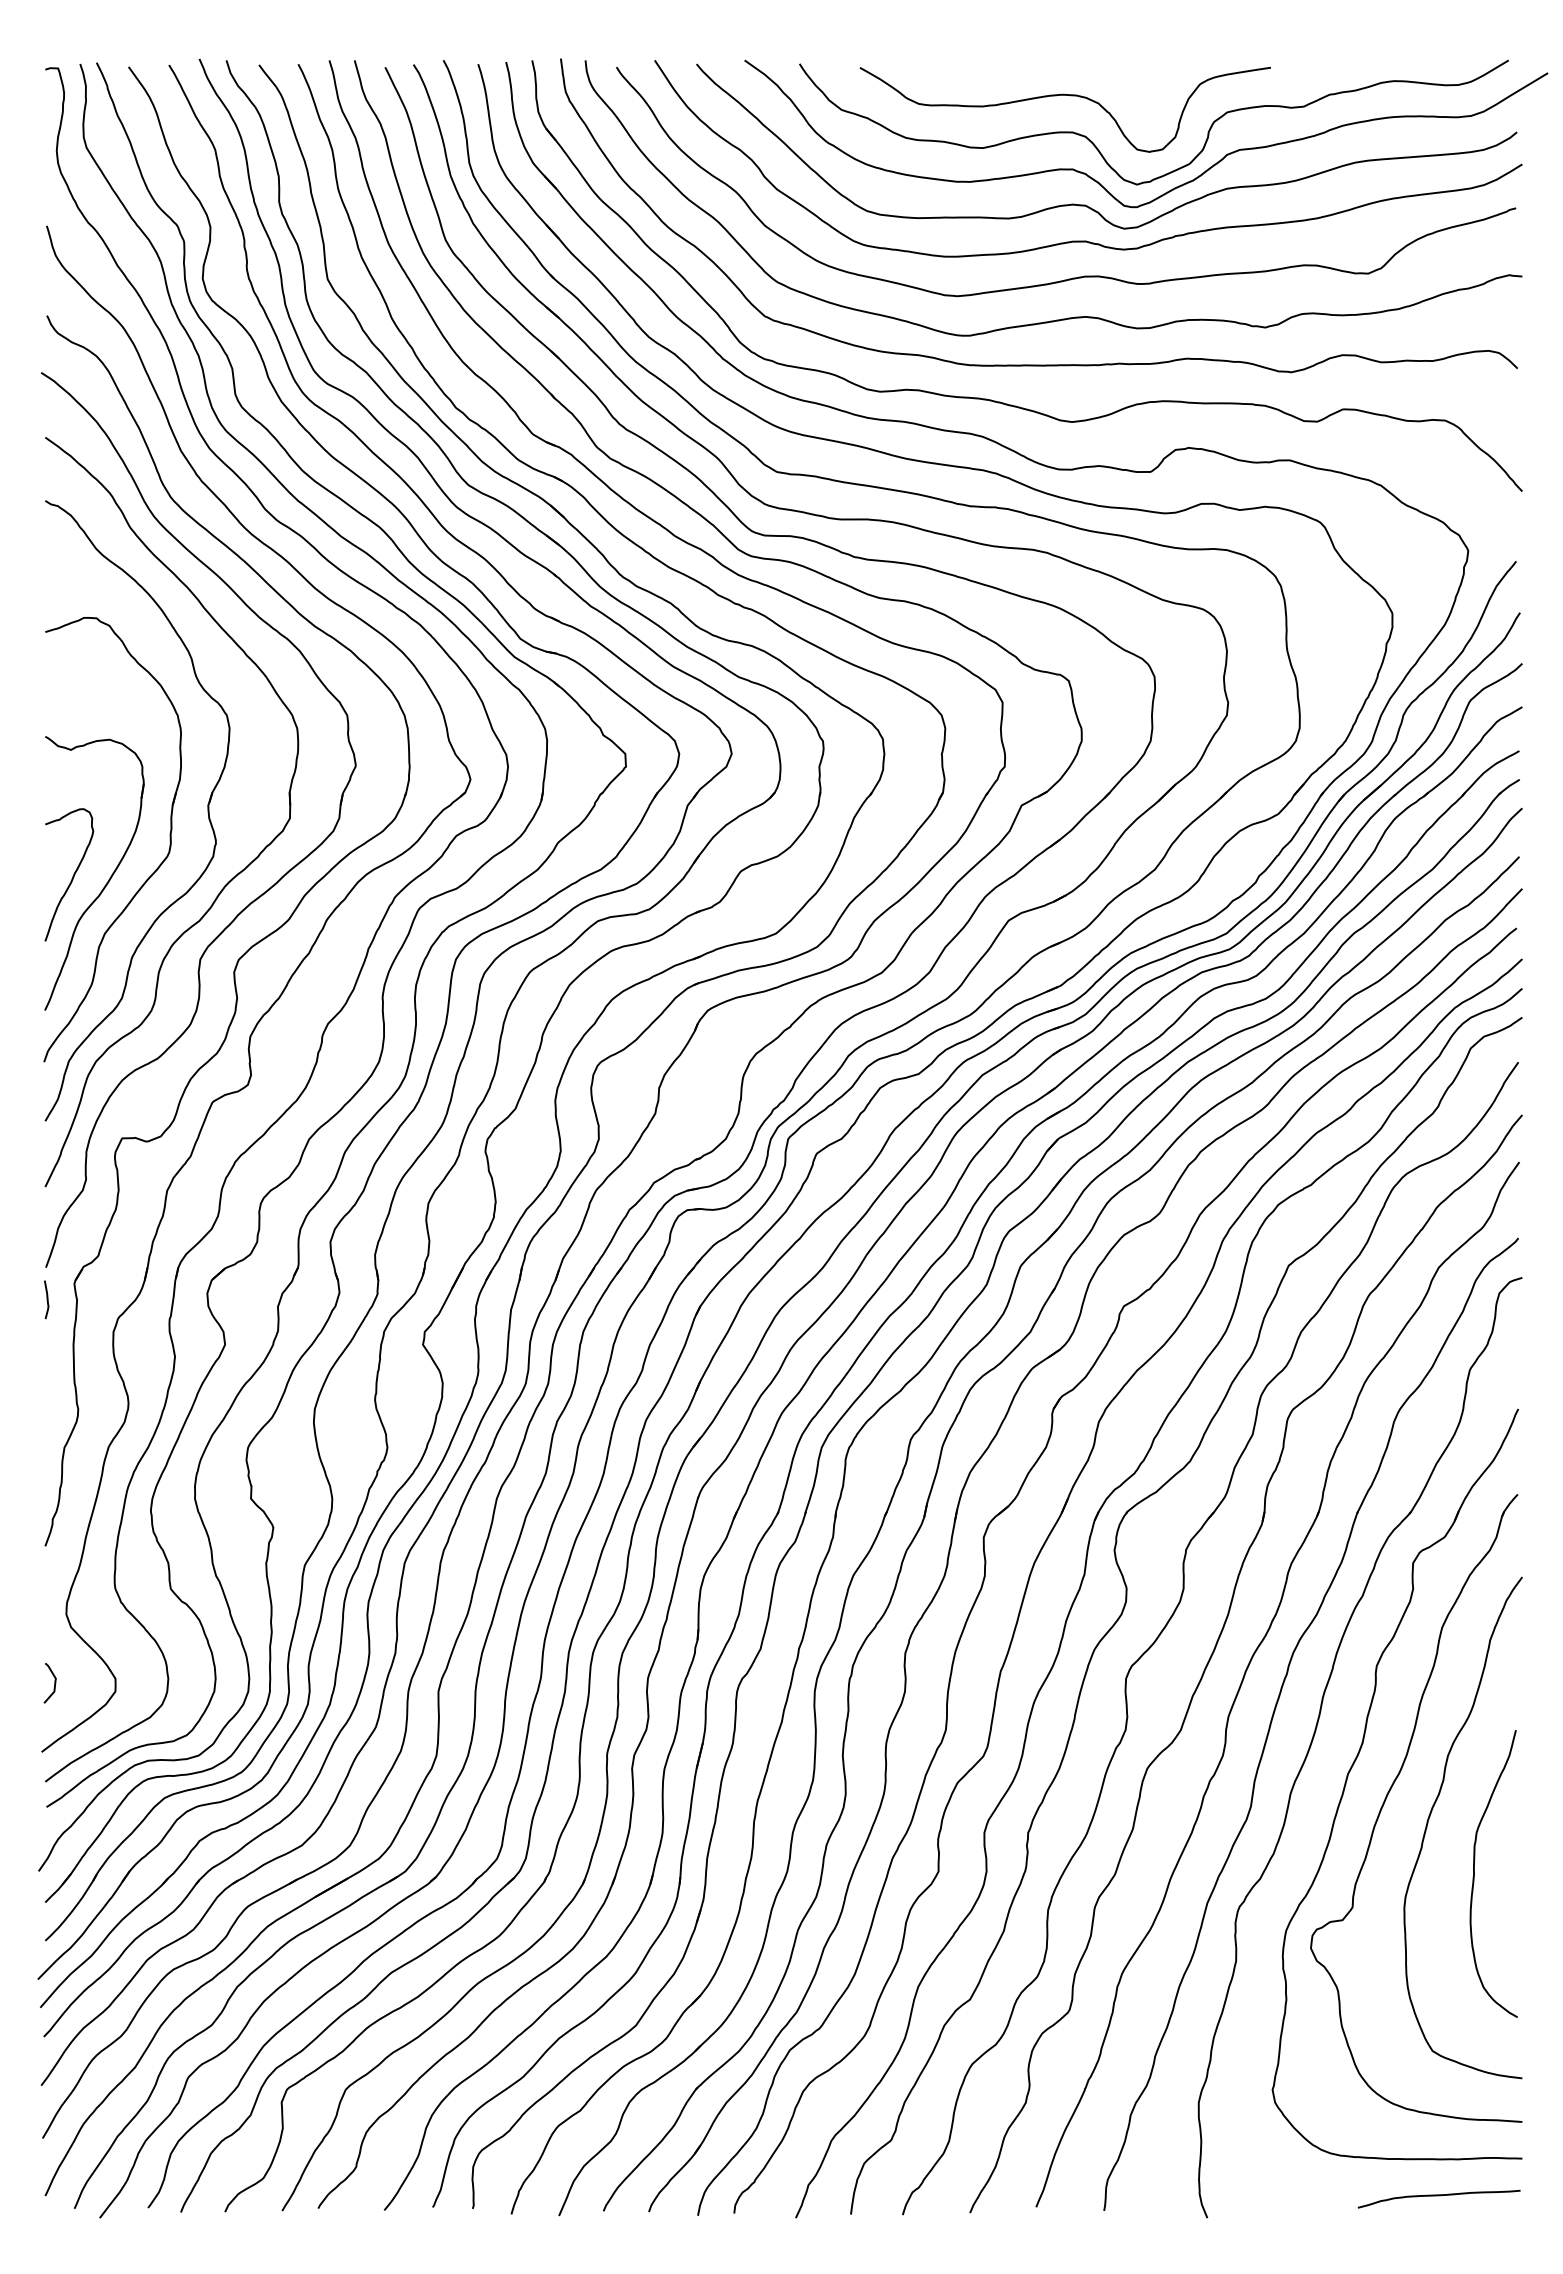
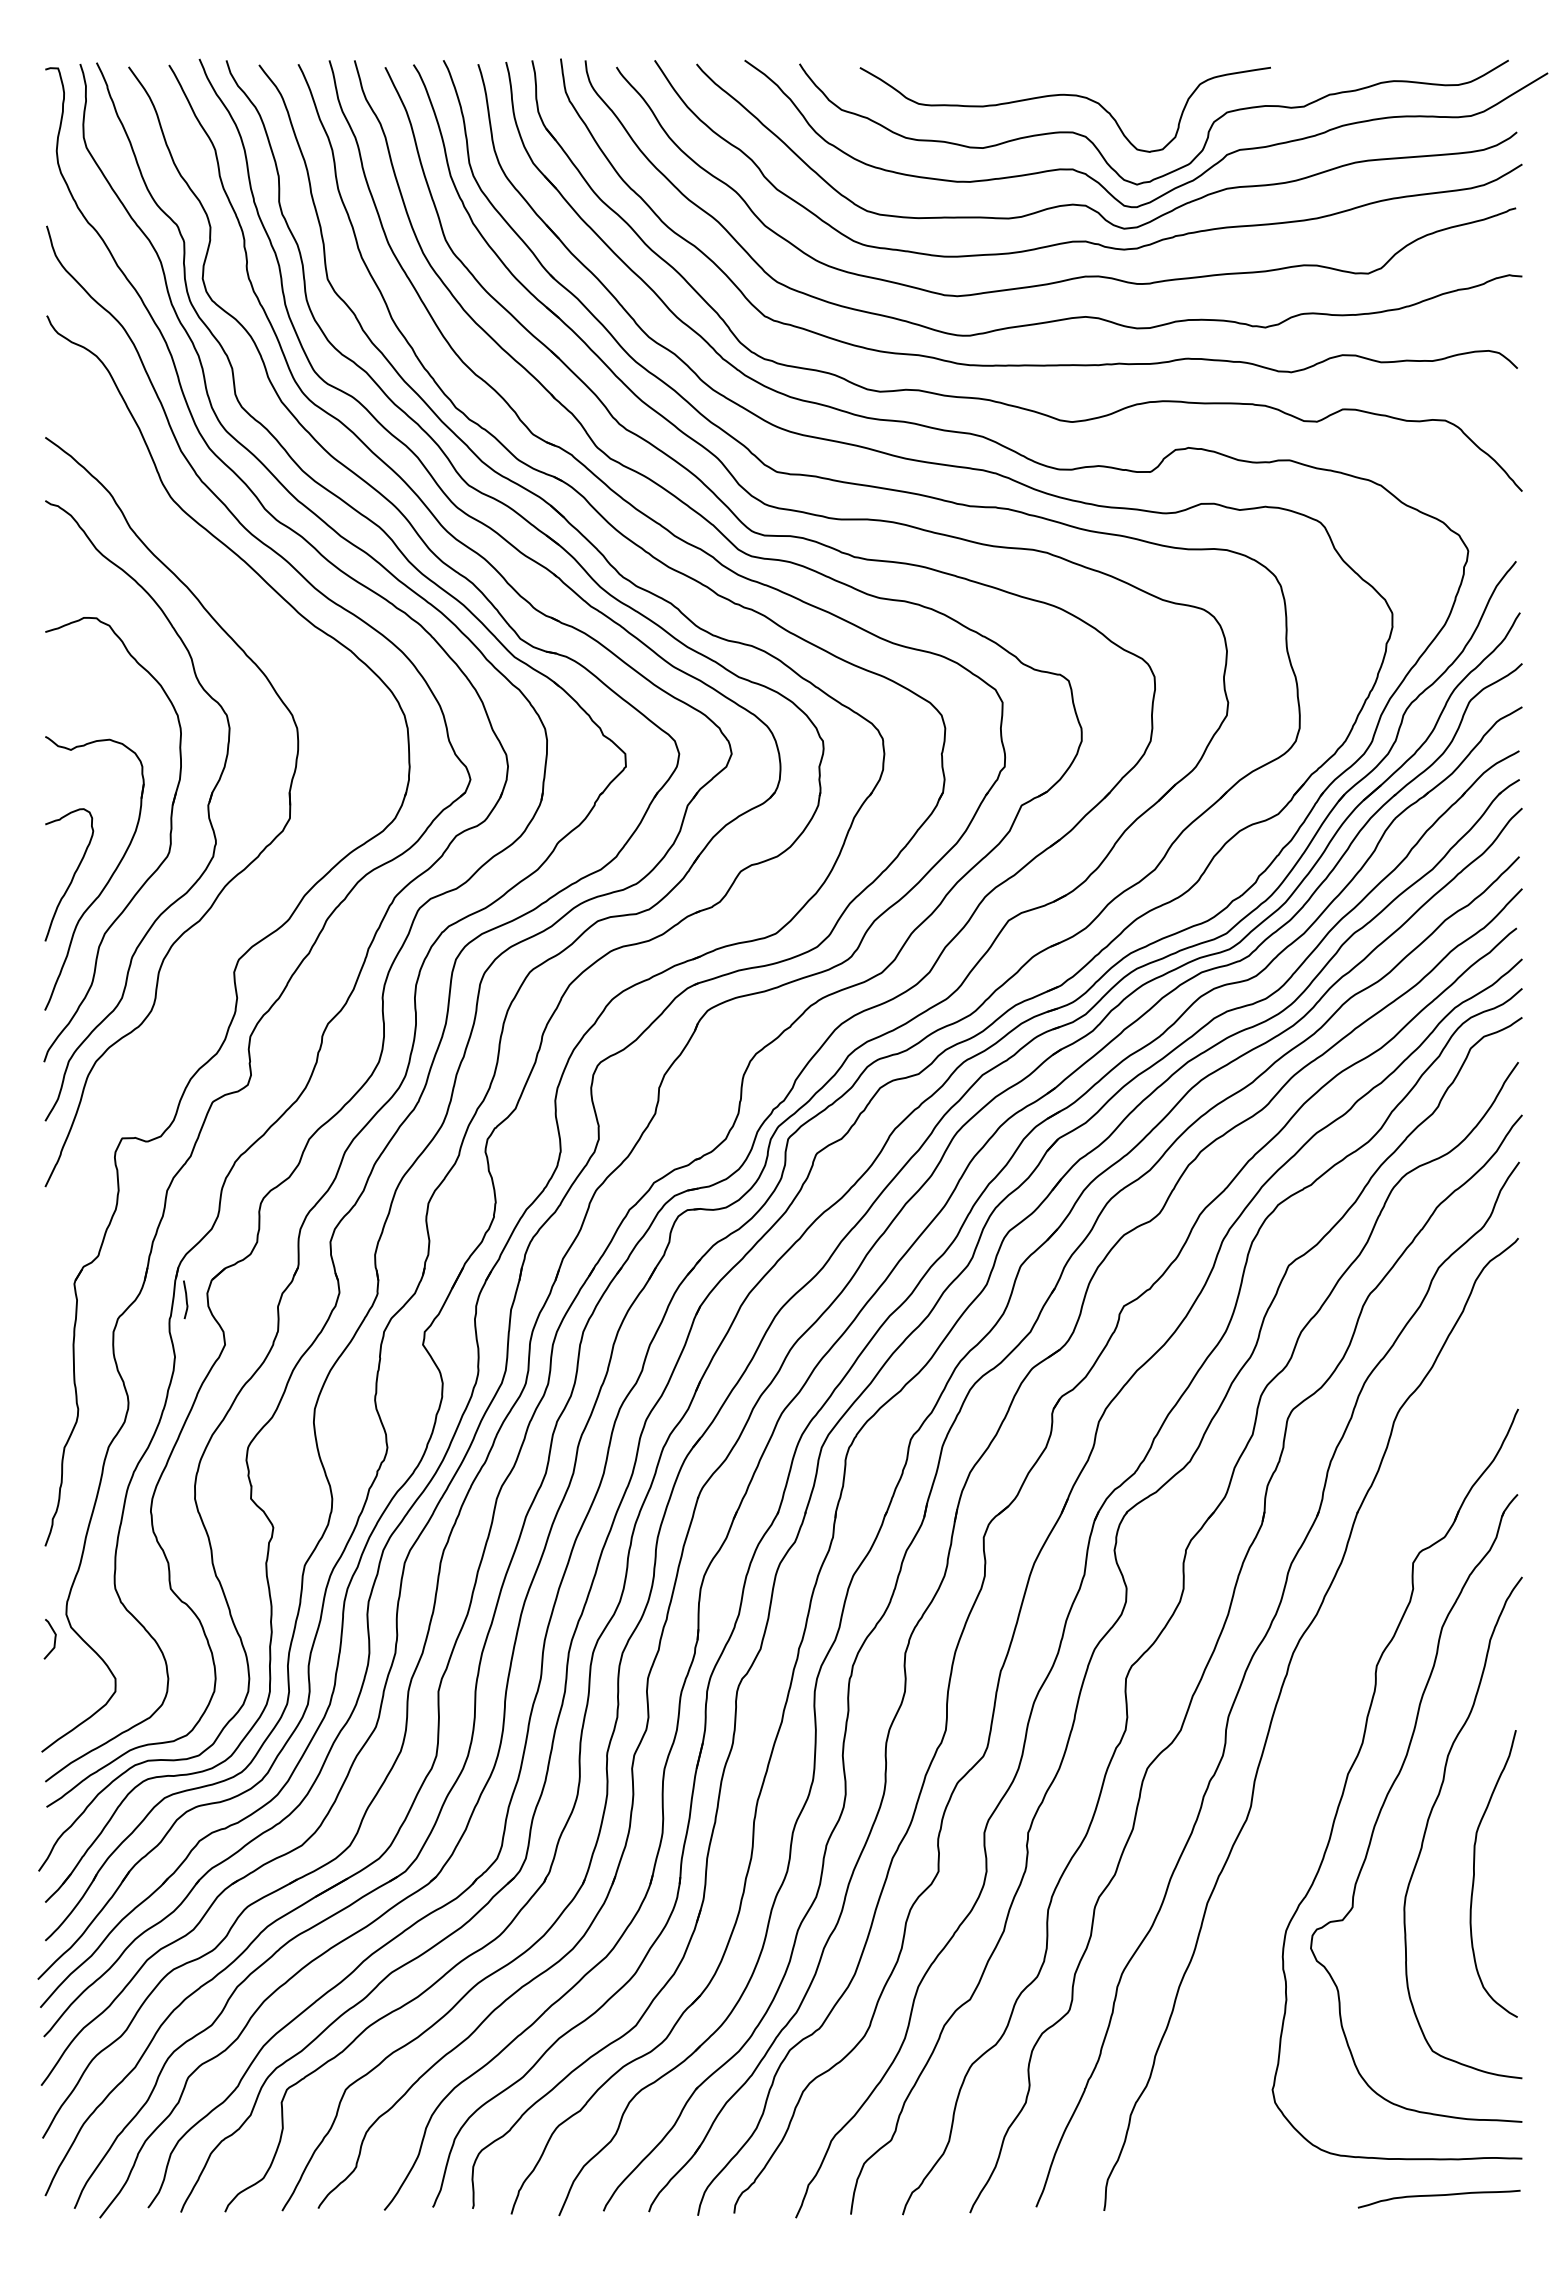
part at (255, 898): present -> none
curve at (46, 1299) position: (46, 1299) -> (185, 1299)
curve at (54, 1683) position: (54, 1683) -> (54, 1639)
part at (1316, 1731): present -> none
